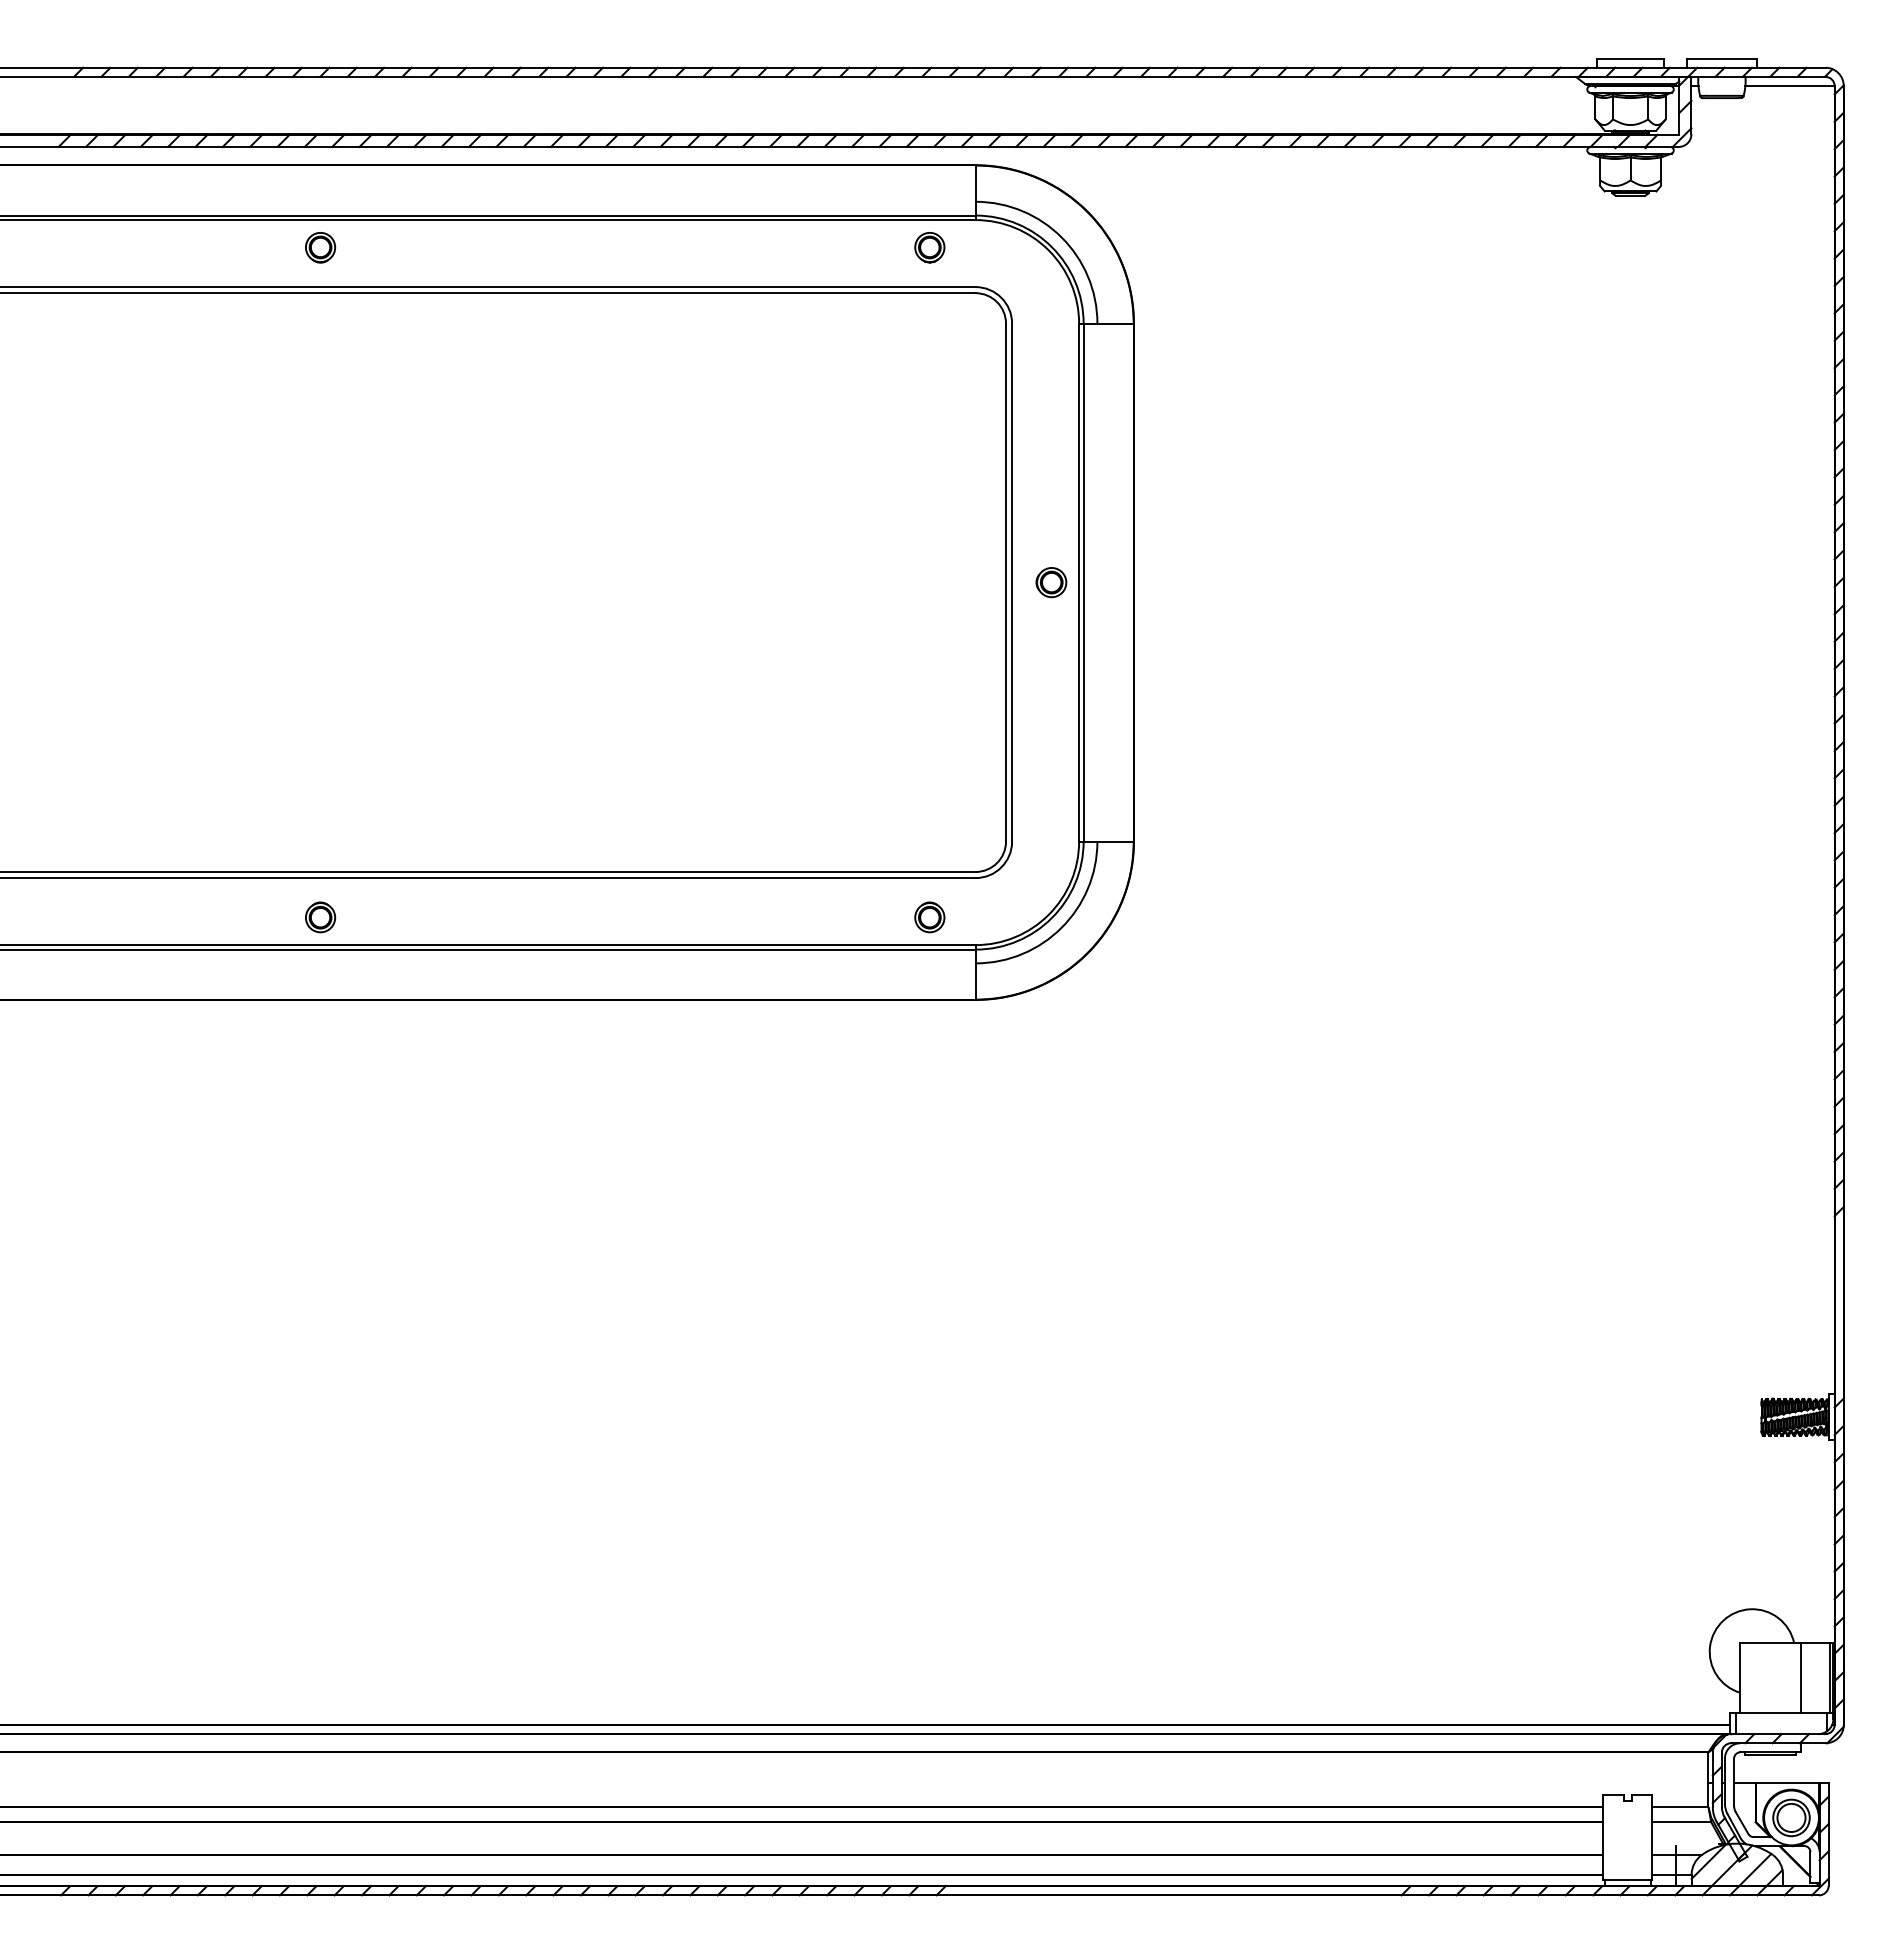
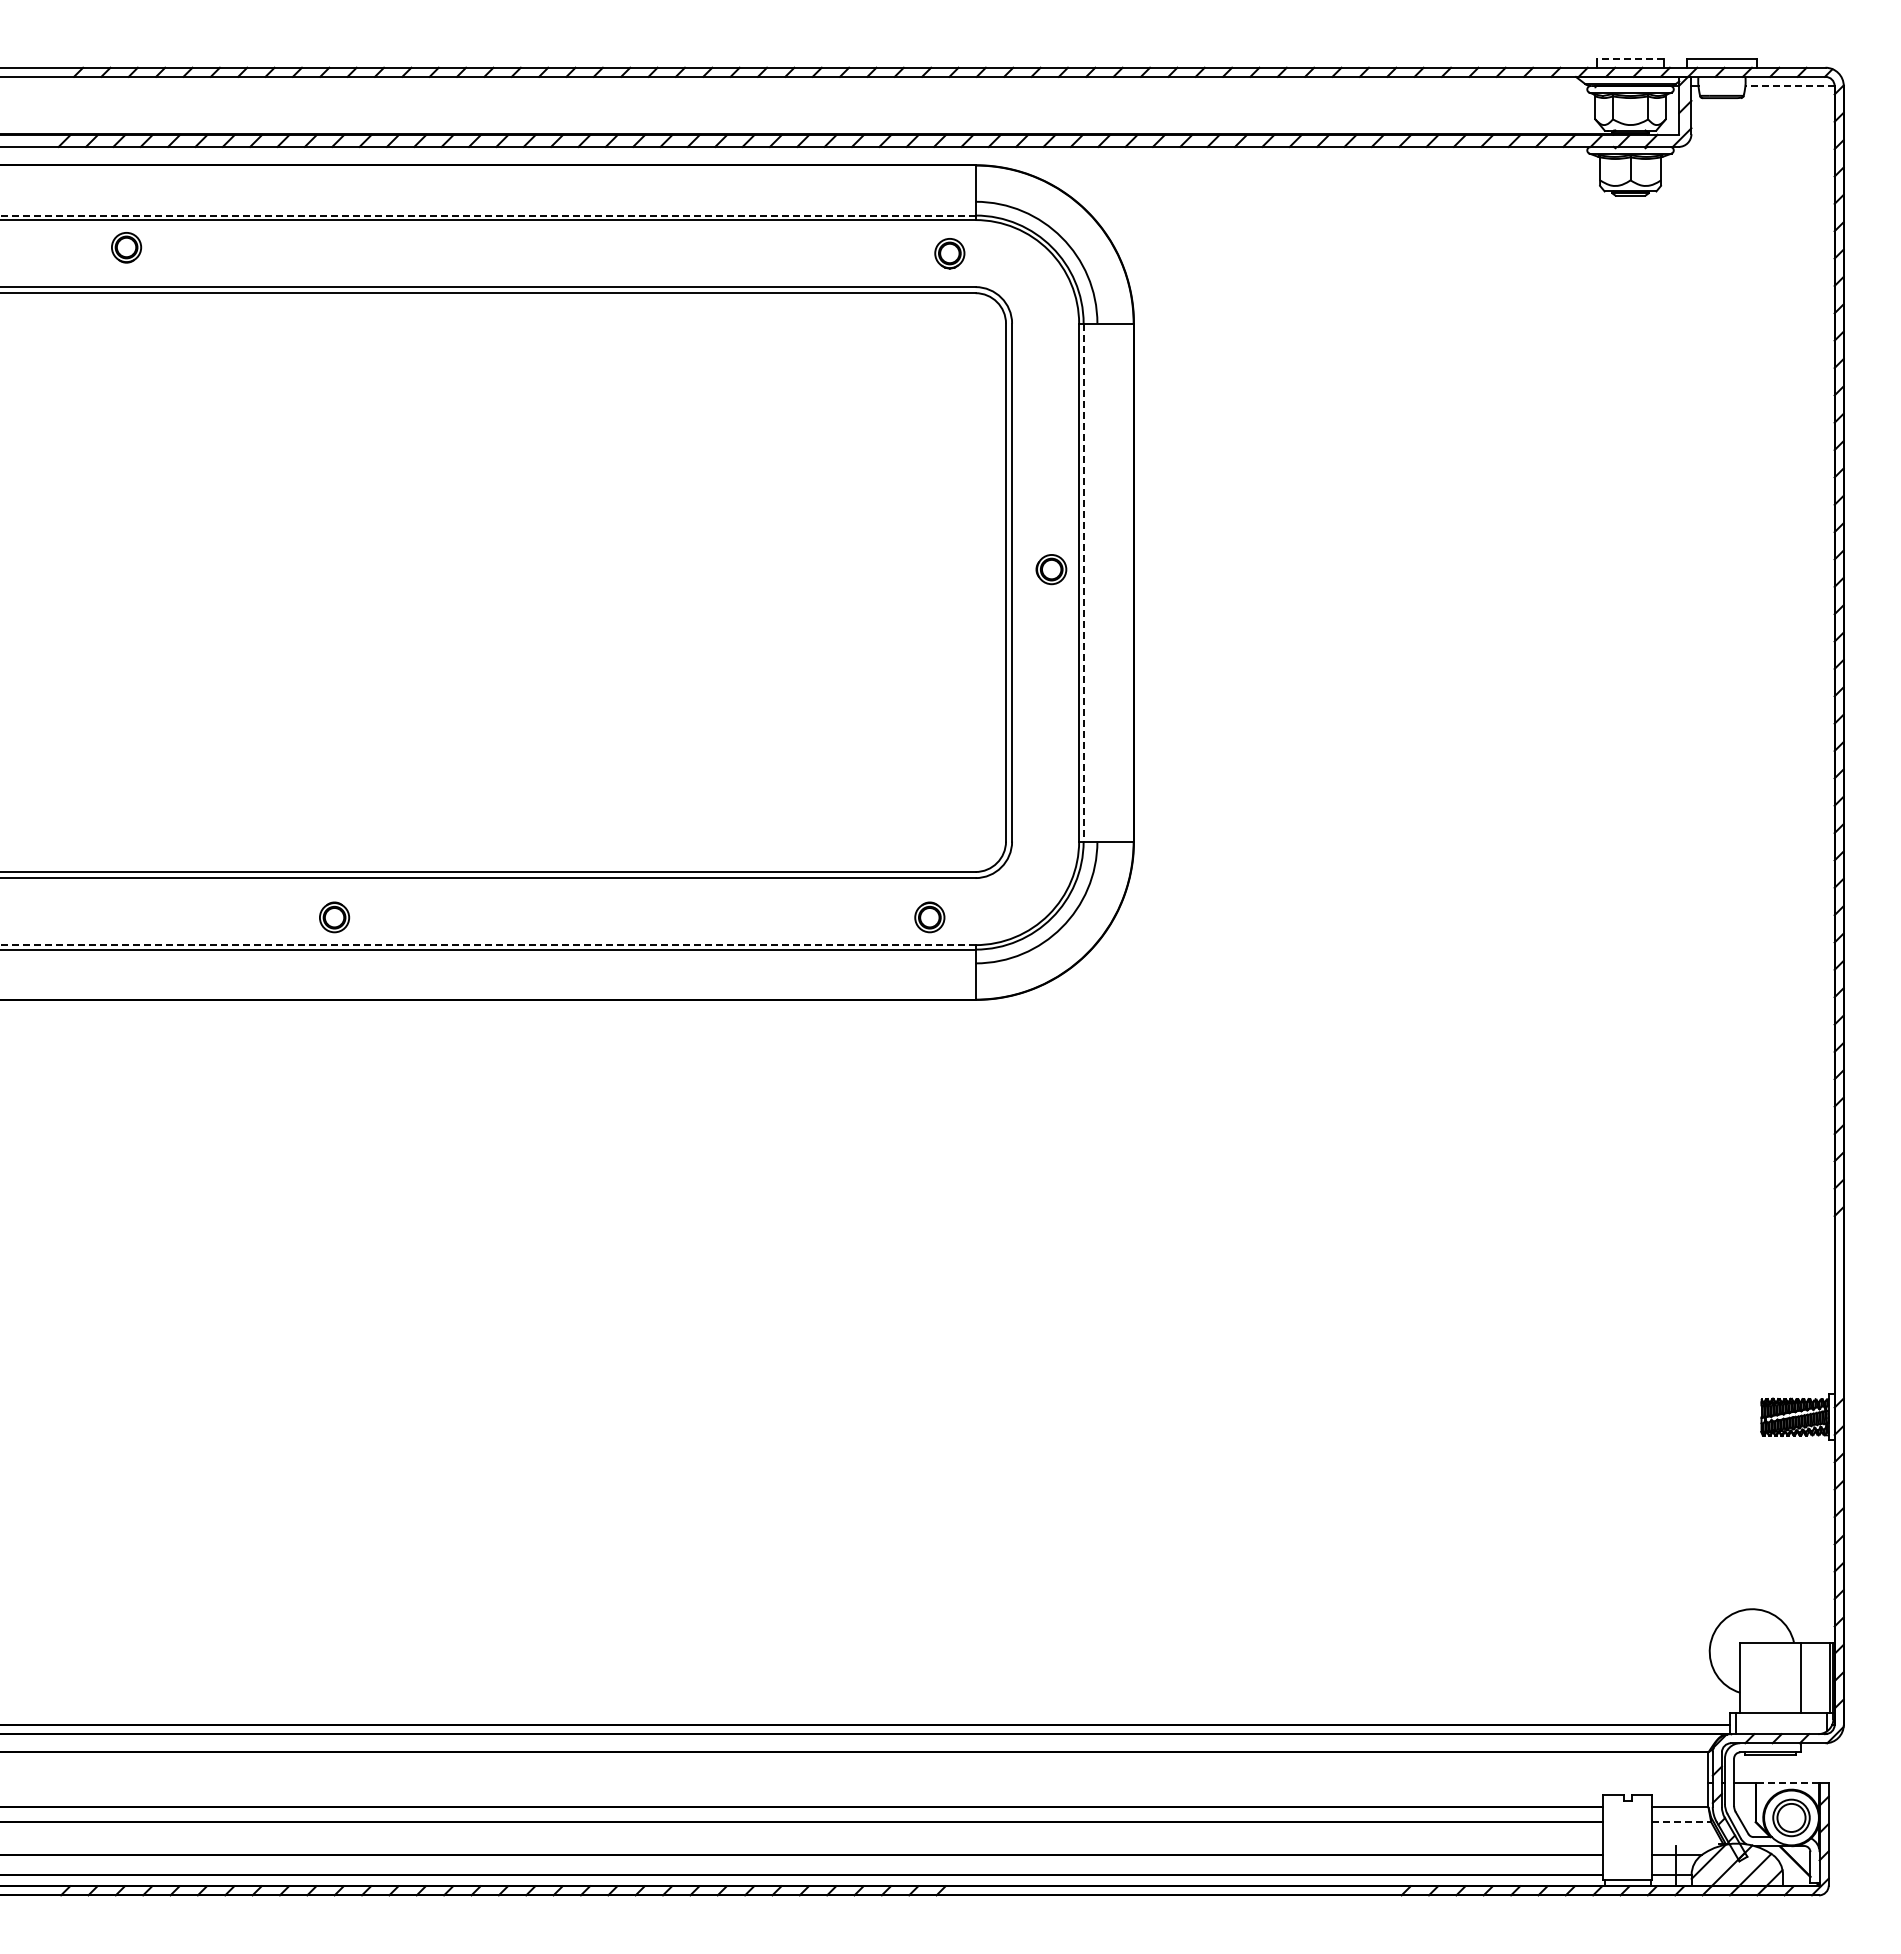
line at (1630, 58): solid -> dashed
line at (1789, 86): solid -> dashed
line at (487, 215): solid -> dashed
part at (320, 247) position: (320, 247) -> (126, 247)
part at (929, 247) position: (929, 247) -> (949, 253)
part at (1051, 582) position: (1051, 582) -> (1051, 569)
line at (1083, 582): solid -> dashed
part at (320, 917) position: (320, 917) -> (334, 917)
line at (487, 945): solid -> dashed
line at (1787, 1782): solid -> dashed
line at (1681, 1822): solid -> dashed
